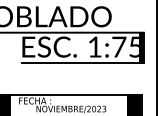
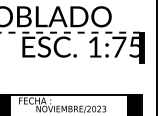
line at (72, 32): solid -> dashed
line at (81, 63): present -> none
